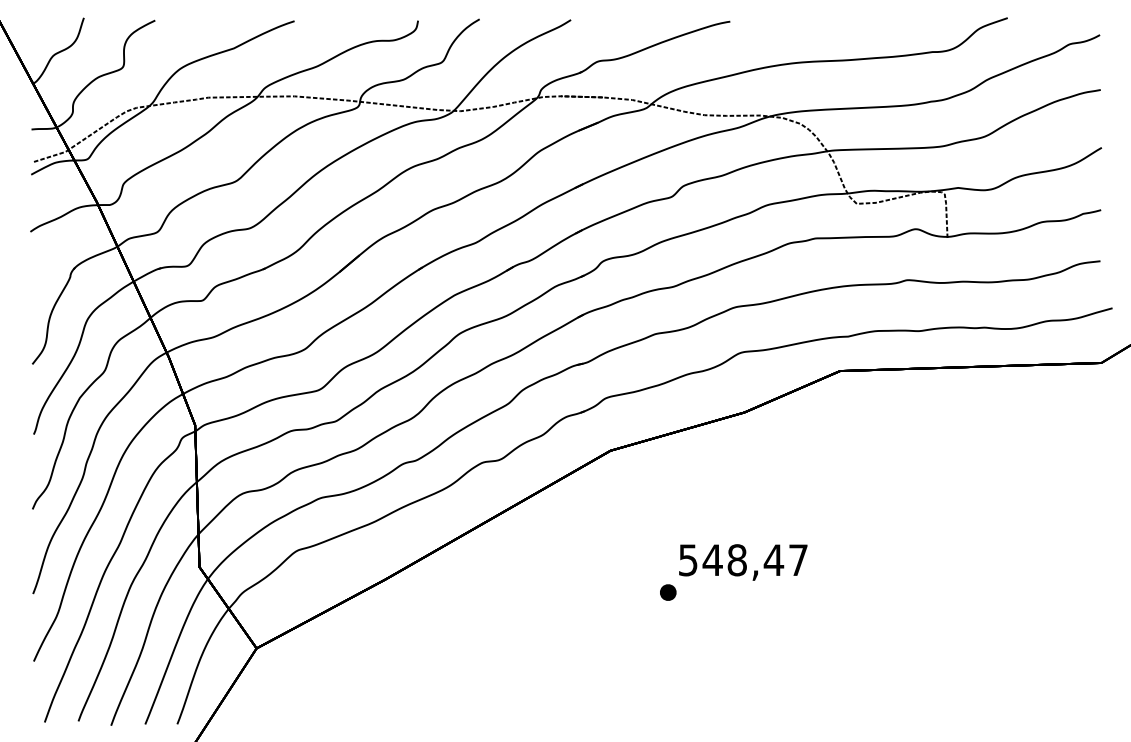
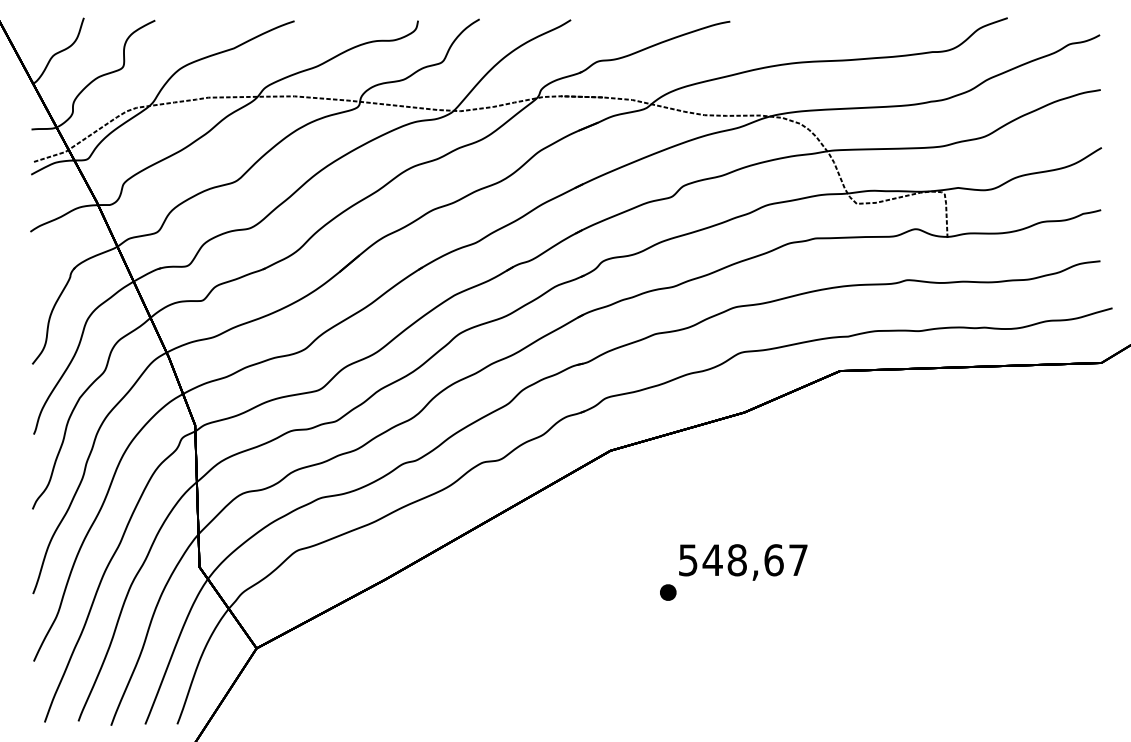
text at (773, 560): 548,47 -> 548,67
